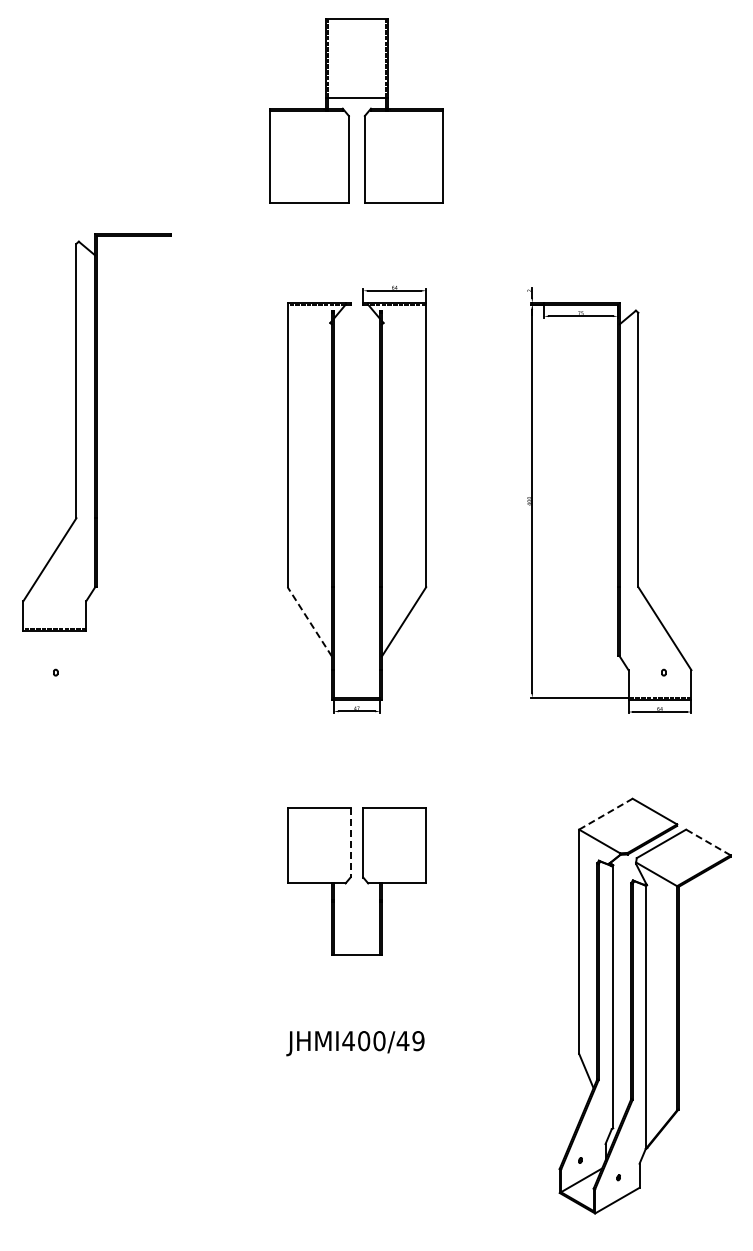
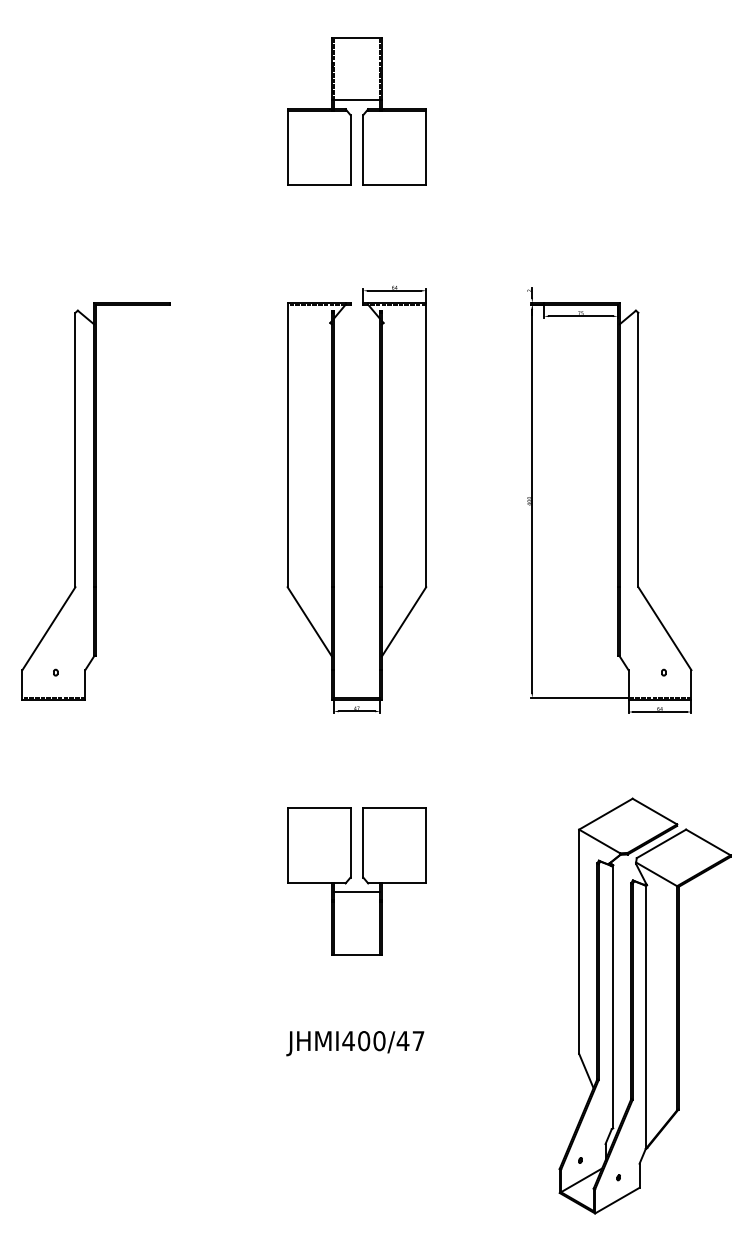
part at (356, 110) size: 175x186 px -> 140x149 px
part at (96, 432) position: (96, 432) -> (95, 501)
line at (309, 621): dashed -> solid
line at (605, 814): dashed -> solid
line at (350, 842): dashed -> solid
line at (708, 842): dashed -> solid
line at (356, 892): none -> present
text at (418, 1041): JHMI400/49 -> JHMI400/47
